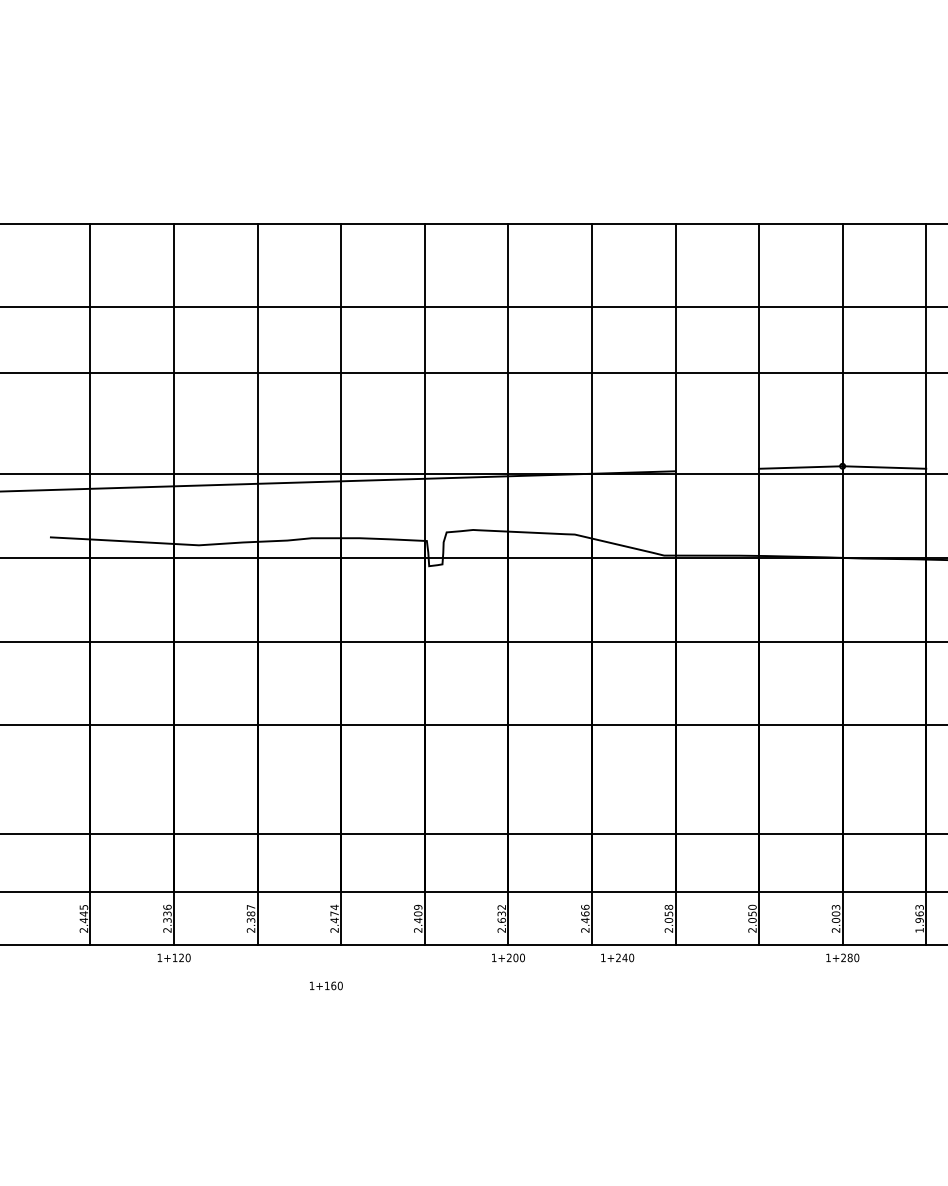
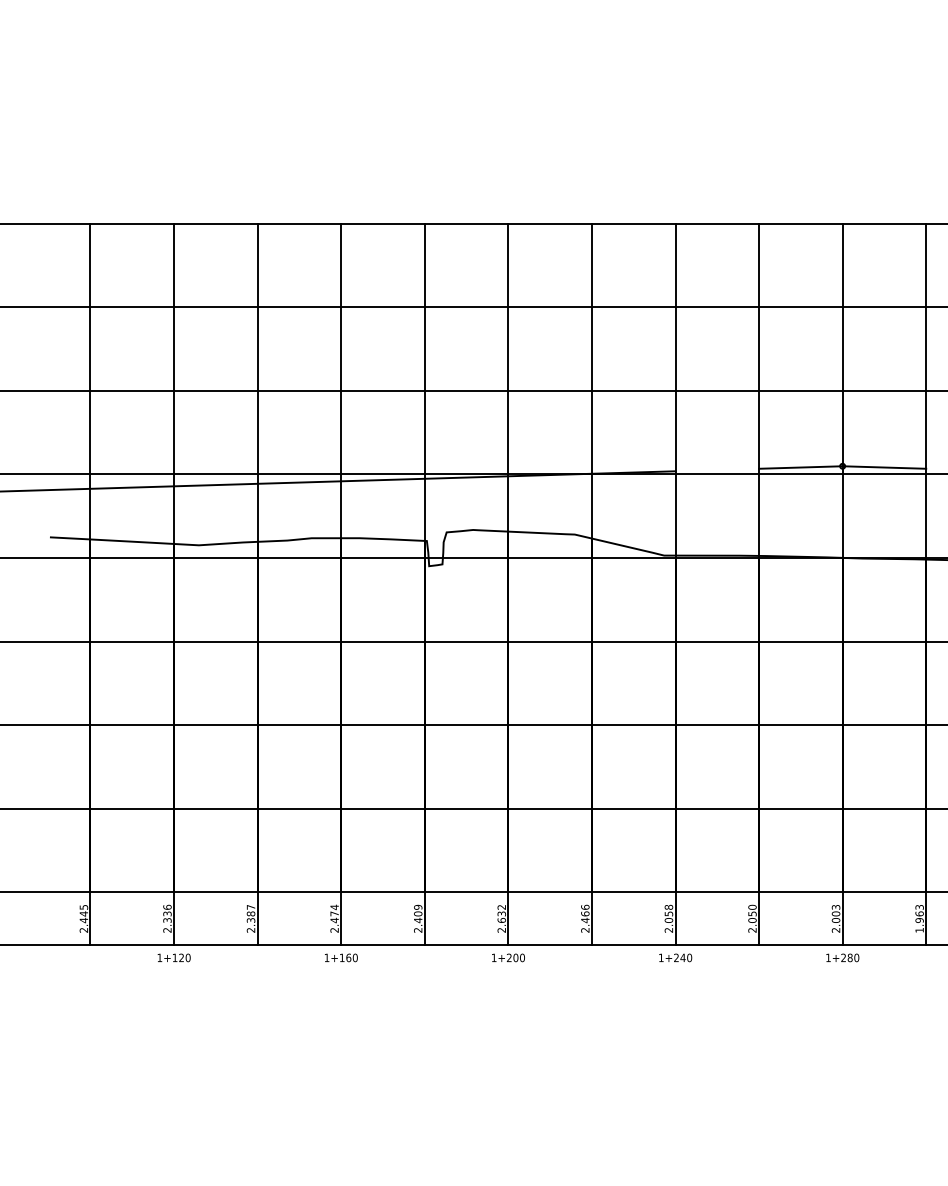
line at (473, 372) position: (473, 372) -> (473, 390)
line at (473, 833) position: (473, 833) -> (473, 808)
text at (617, 957) position: (617, 957) -> (675, 957)
text at (326, 985) position: (326, 985) -> (341, 957)
